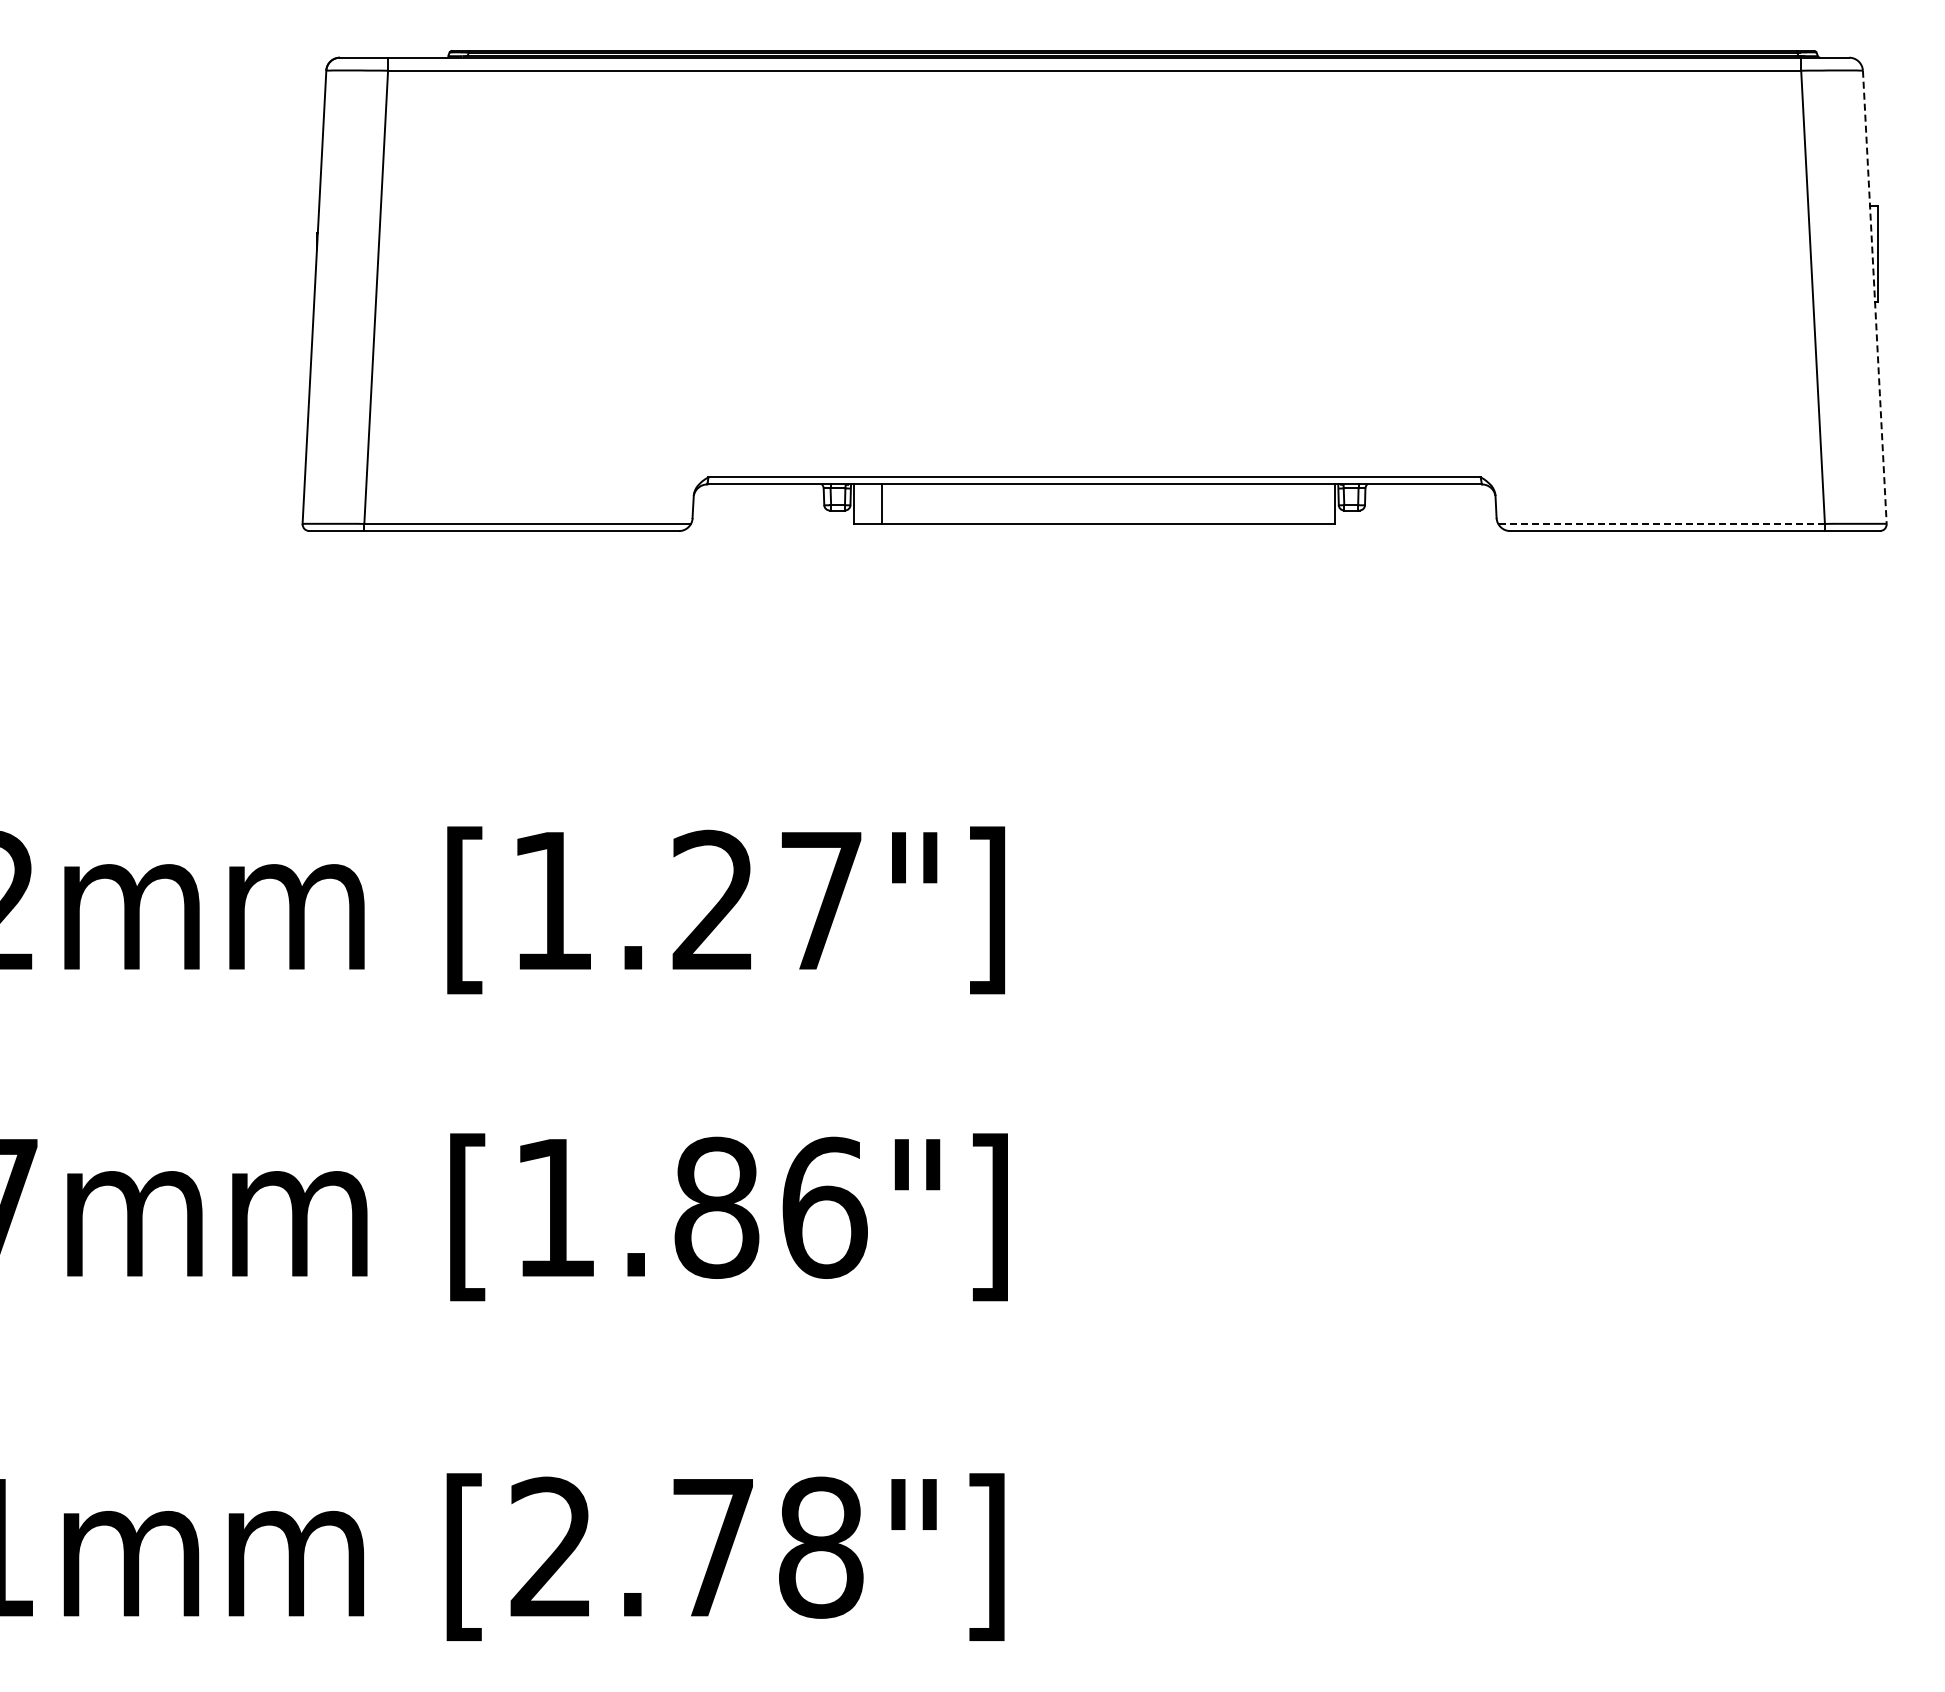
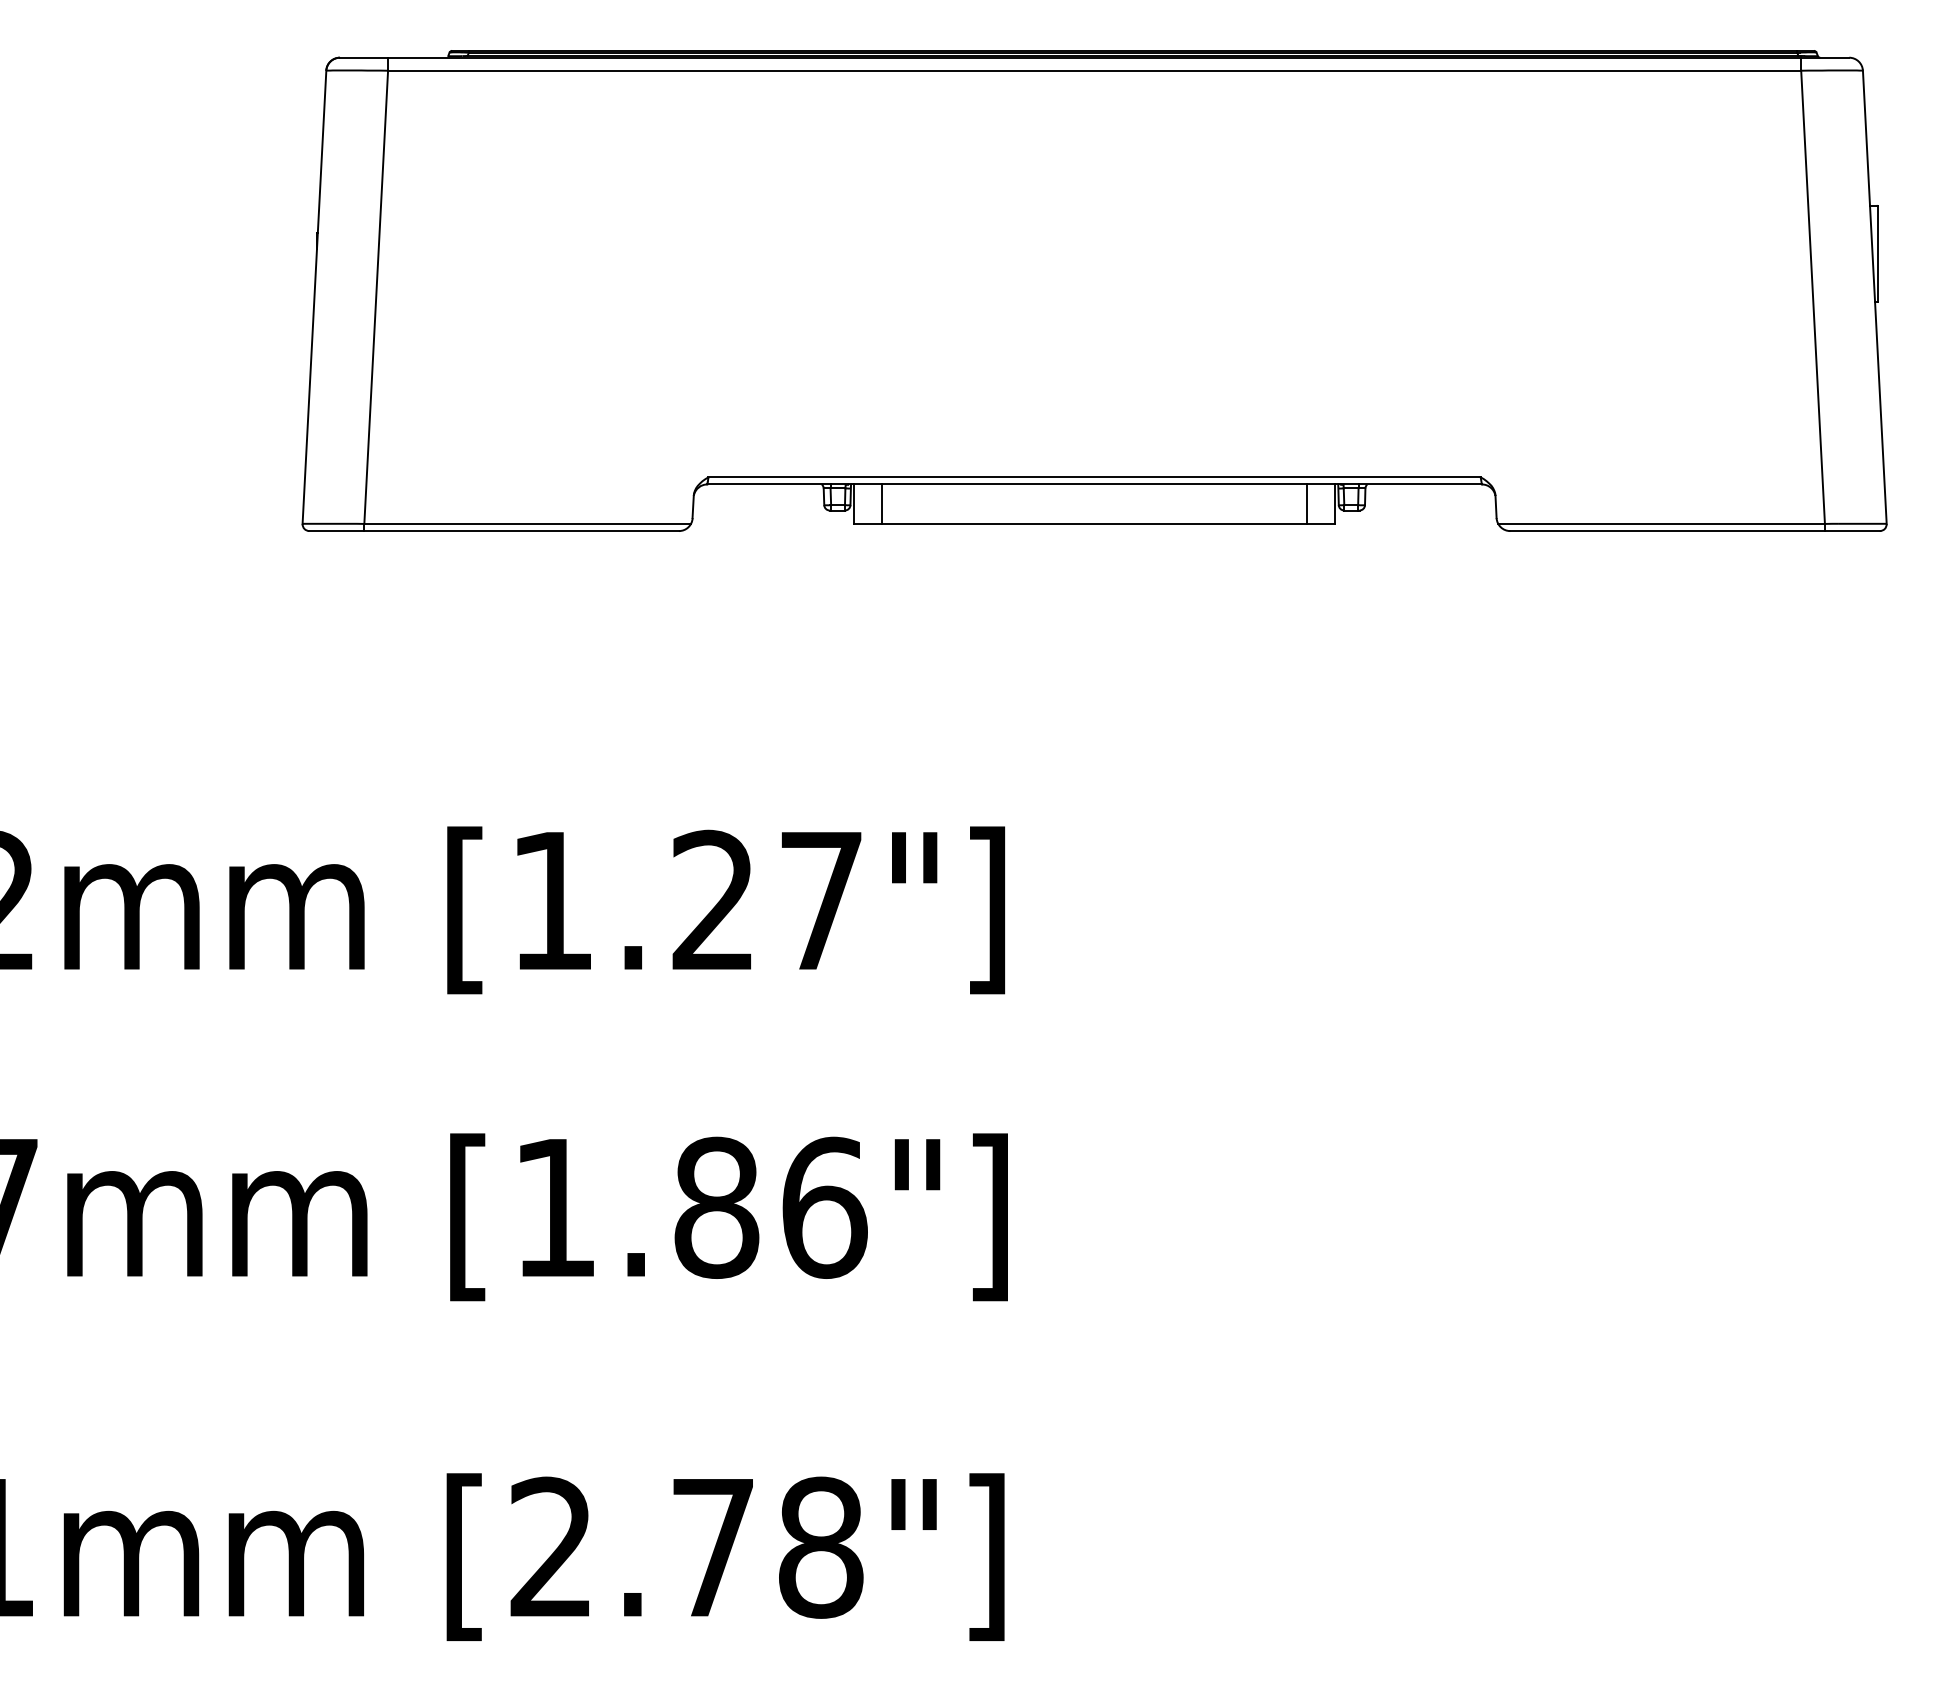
line at (1874, 297): dashed -> solid
line at (1307, 504): none -> present
line at (1661, 523): dashed -> solid
